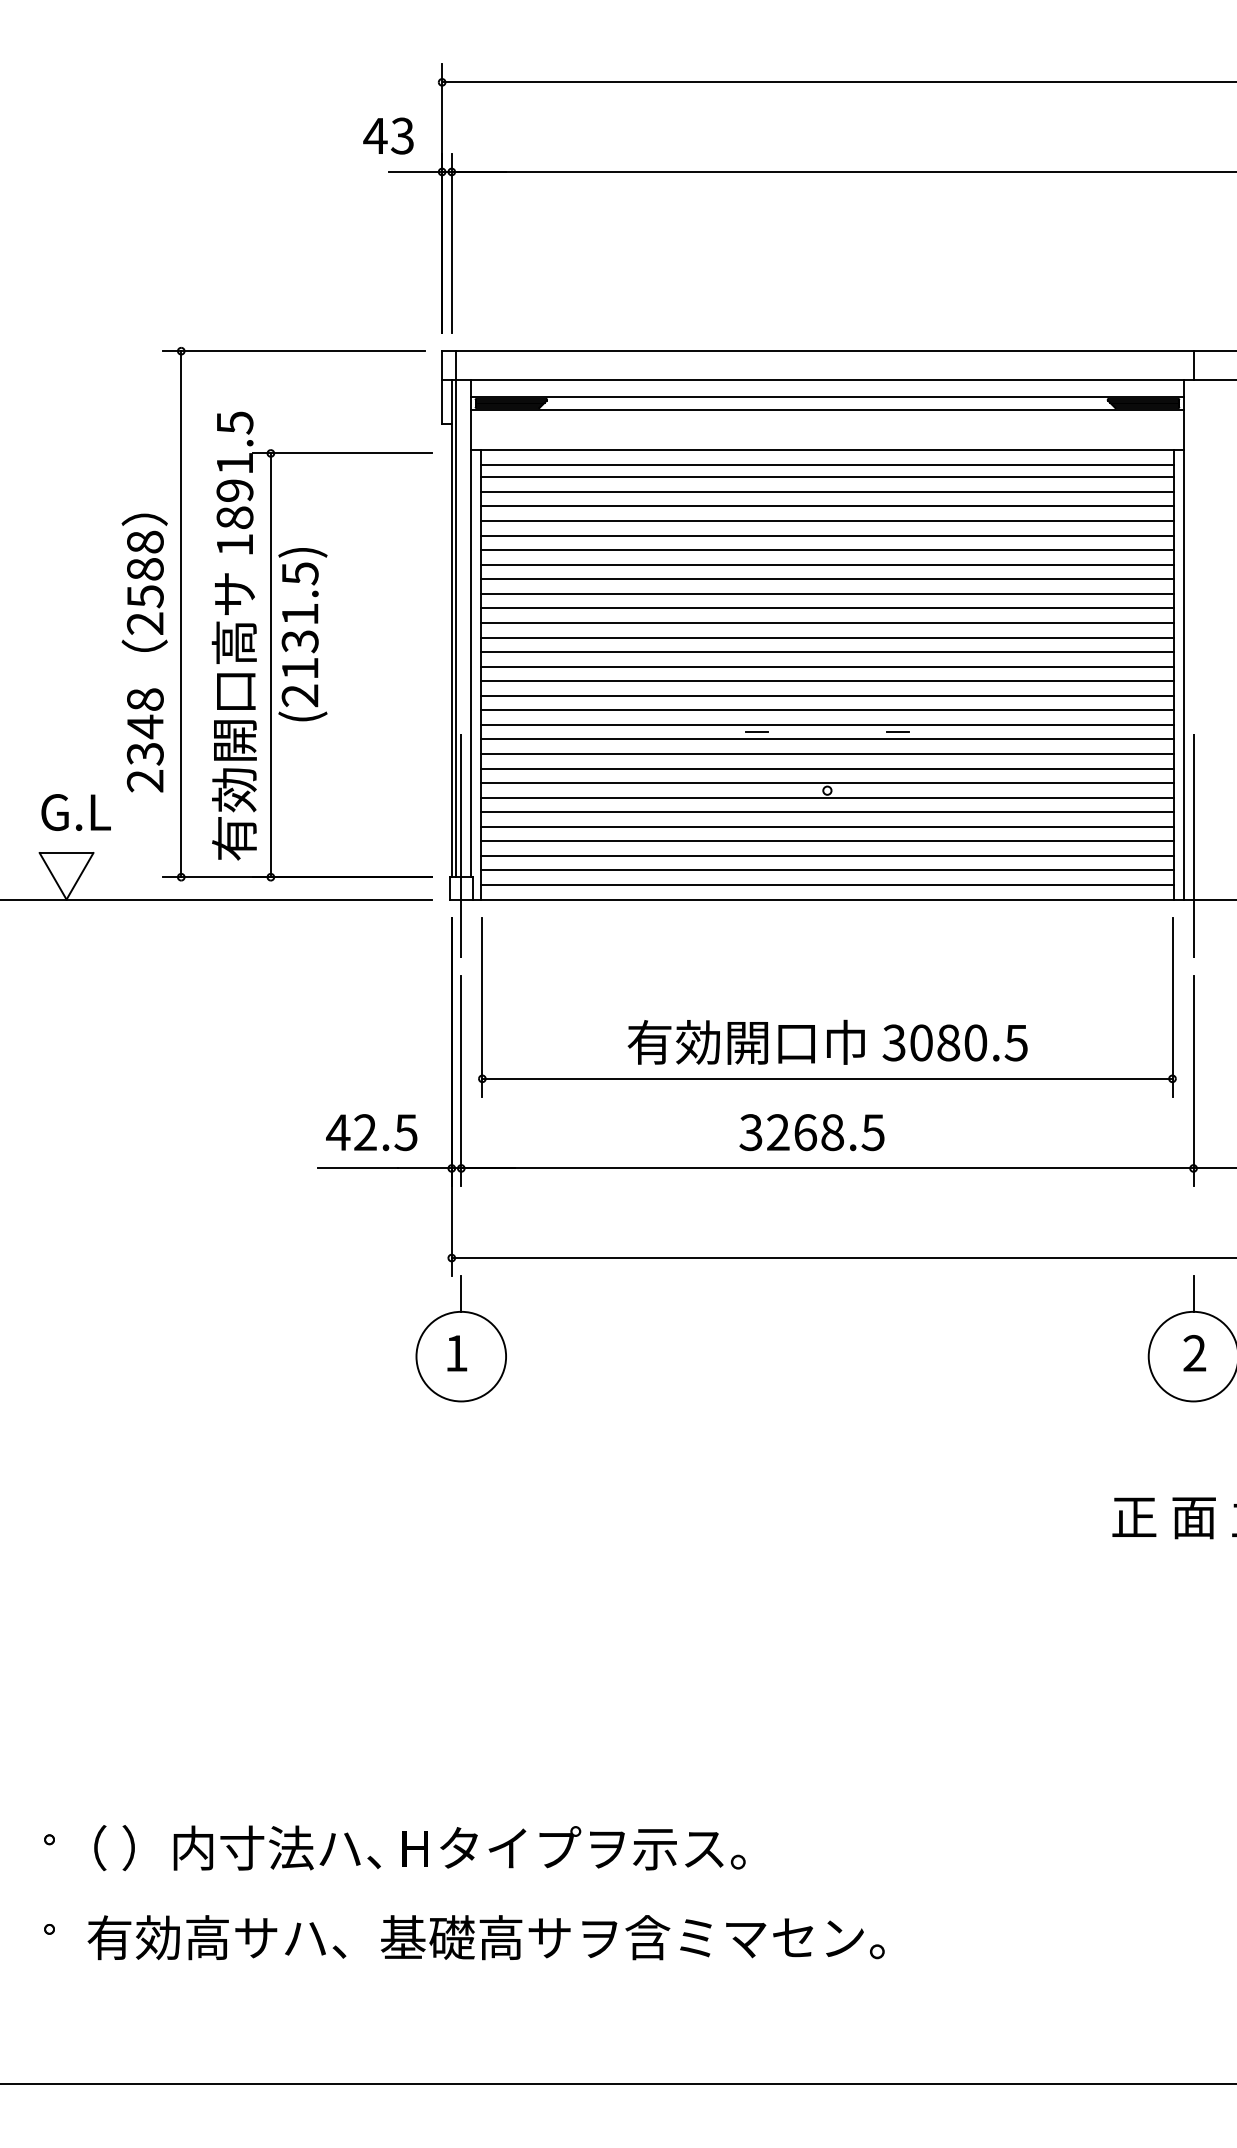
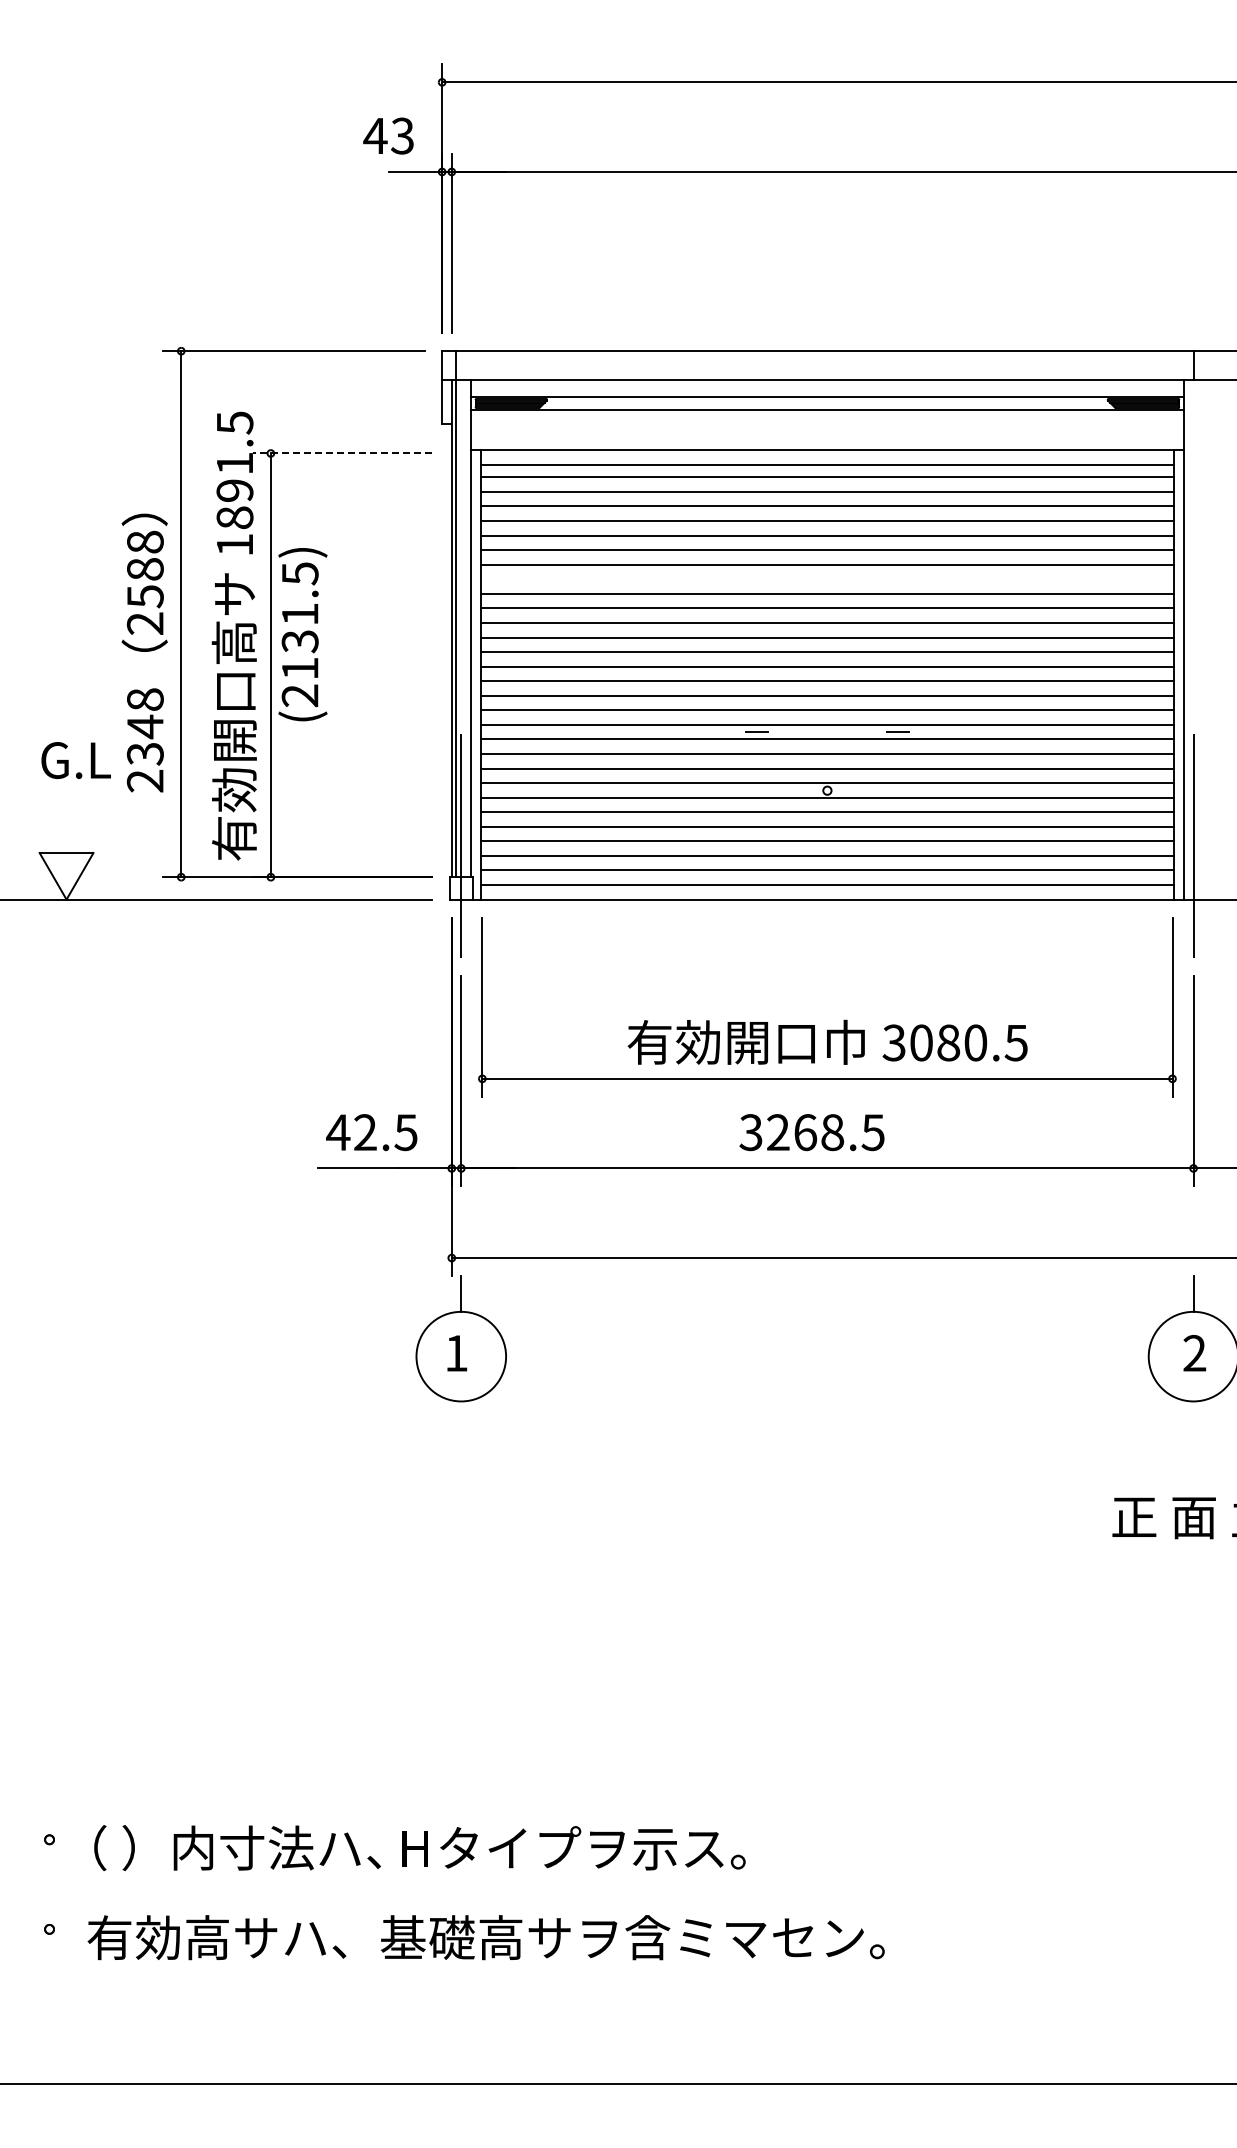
line at (342, 453): solid -> dashed
line at (826, 579): present -> none
text at (75, 812) position: (75, 812) -> (75, 760)
